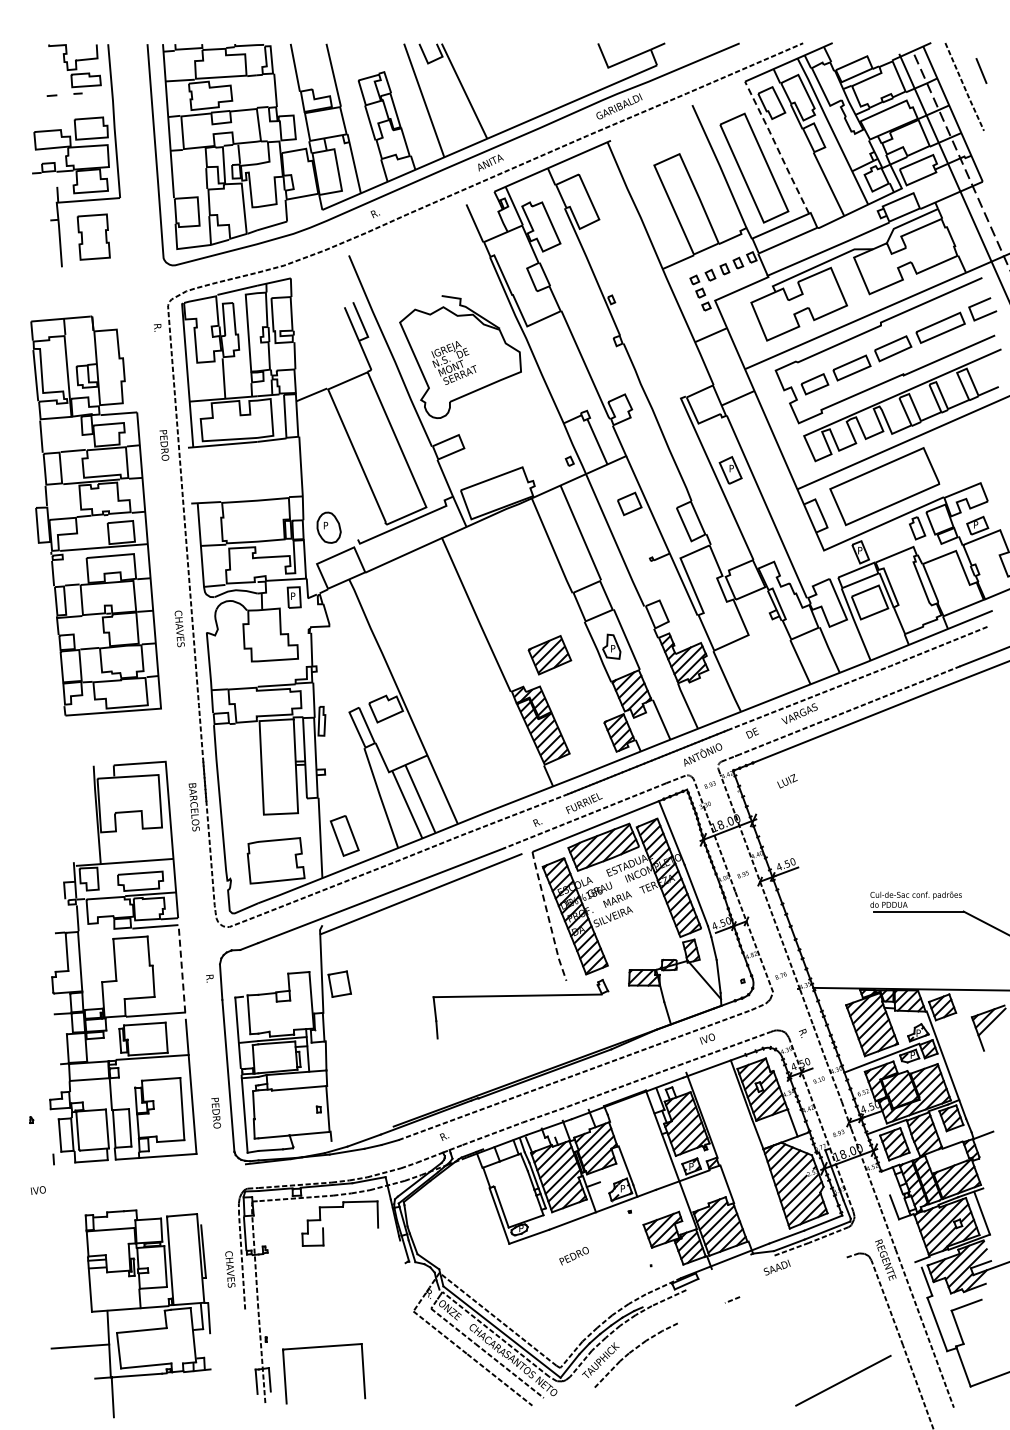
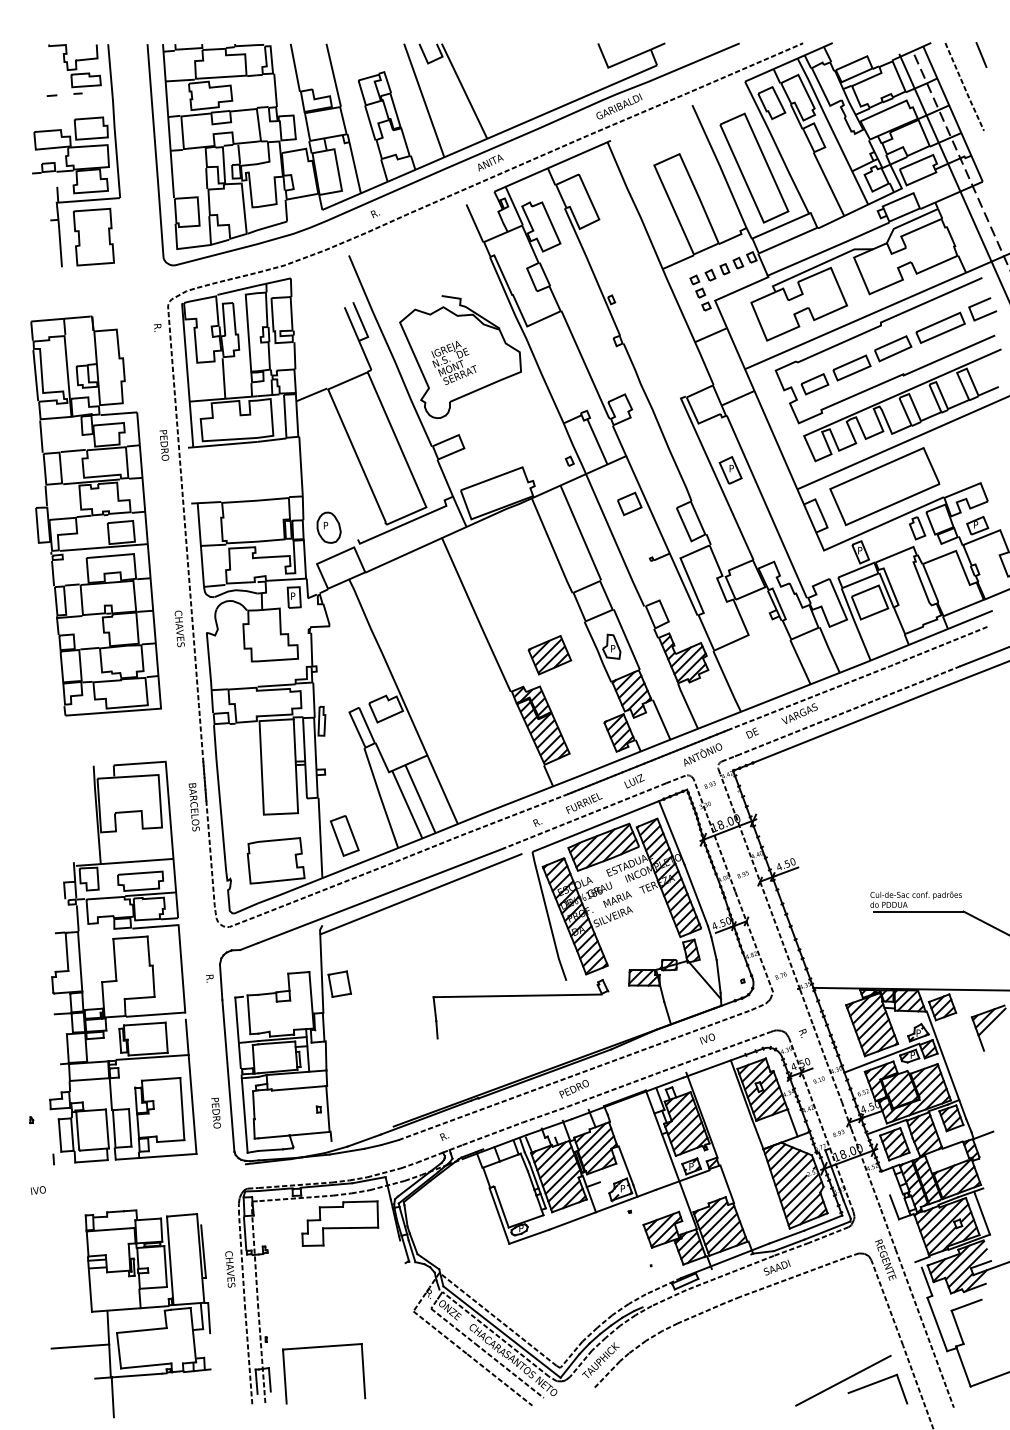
line at (981, 70) position: (981, 70) -> (981, 54)
line at (777, 147): dashed -> solid
part at (93, 236) size: 35x48 px -> 43x60 px
text at (787, 781) position: (787, 781) -> (634, 781)
line at (548, 917): dashed -> solid
line at (181, 968): dashed -> solid
line at (350, 1227): none -> present
text at (573, 1256) position: (573, 1256) -> (573, 1089)
line at (729, 1272): none -> present
line at (792, 1277): none -> present
line at (700, 1313): none -> present
line at (248, 1356): none -> present
part at (877, 1388): none -> present
